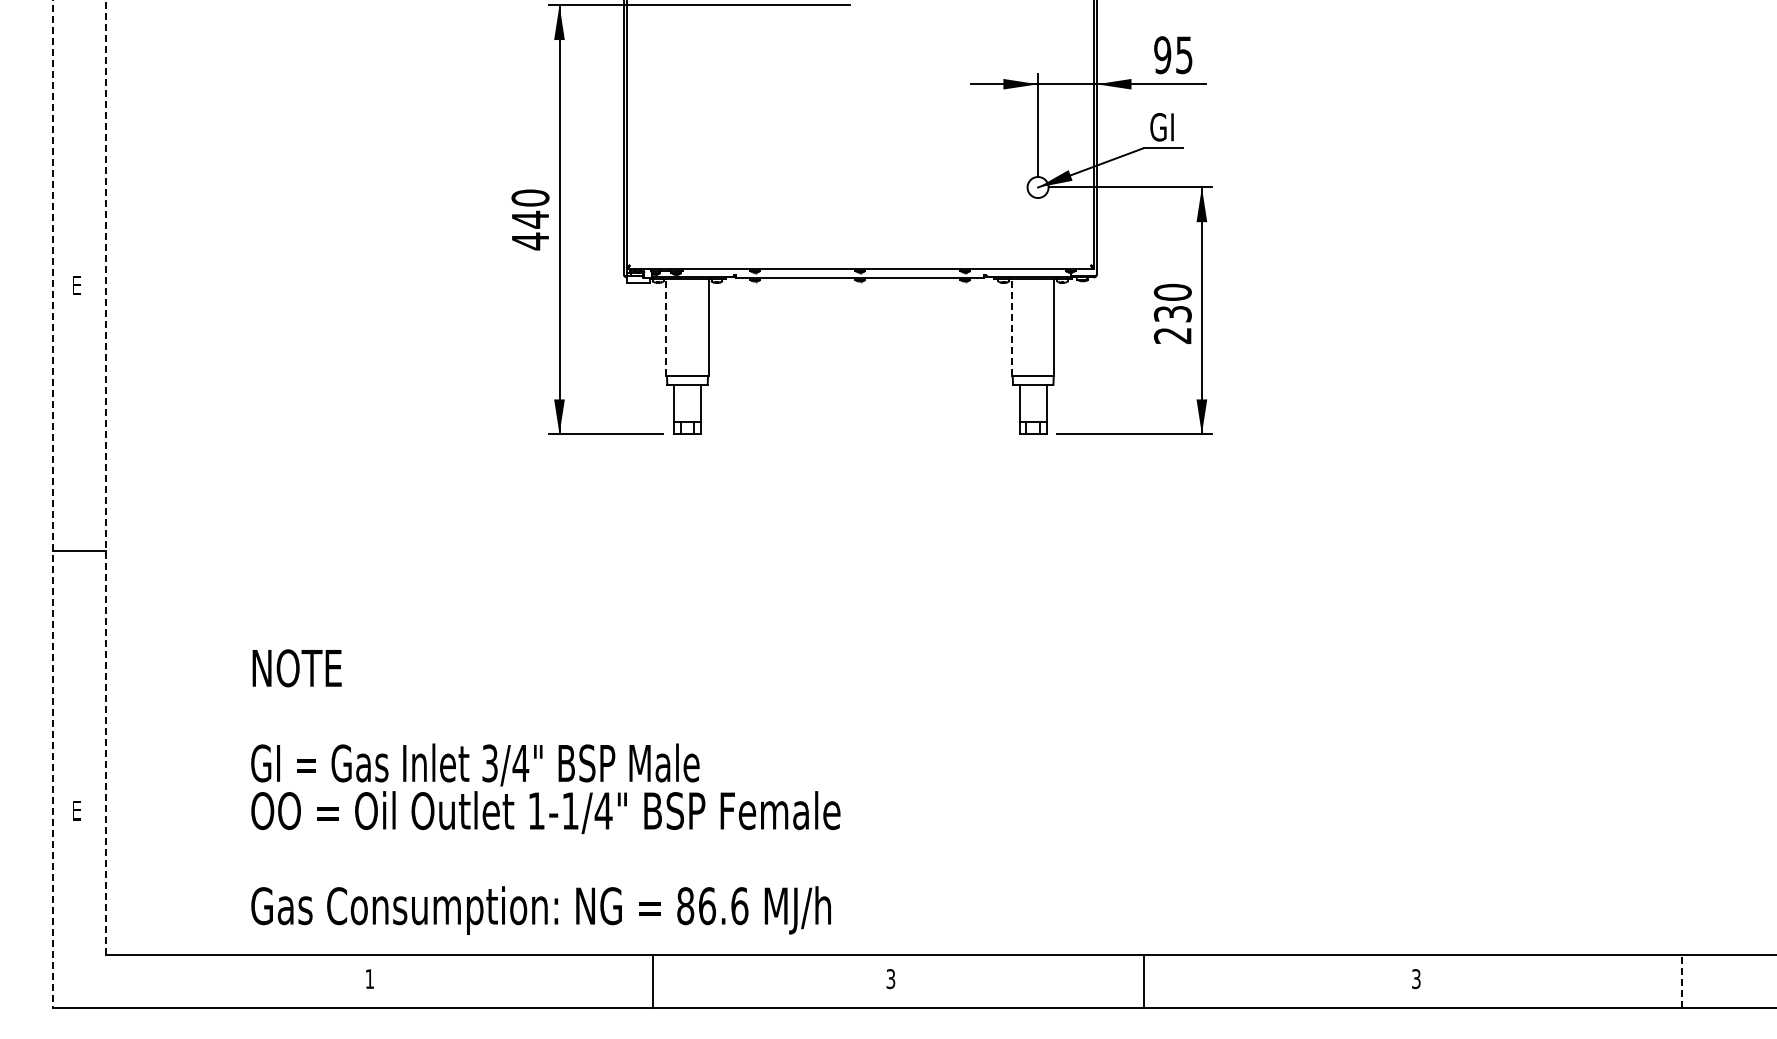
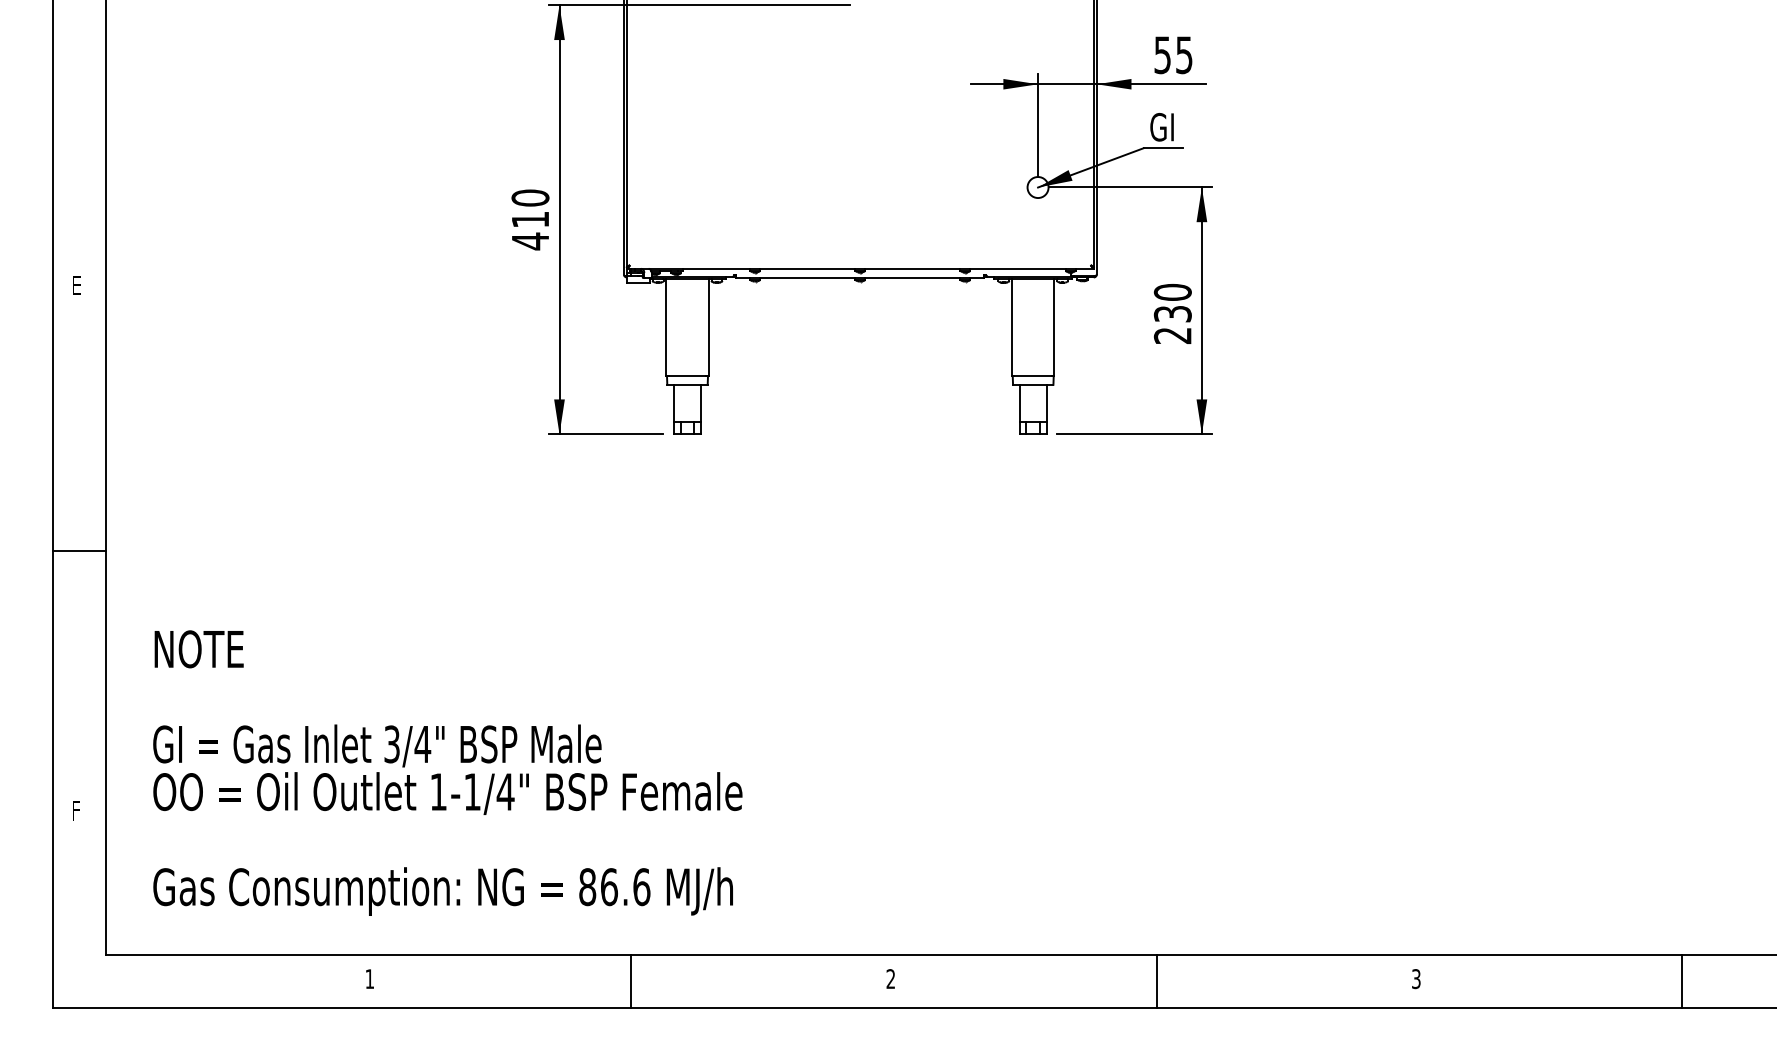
text at (1162, 54): 95 -> 55
text at (530, 219): 440 -> 410
line at (666, 327): dashed -> solid
line at (1012, 327): dashed -> solid
line at (105, 478): dashed -> solid
line at (53, 504): dashed -> solid
text at (545, 791) position: (545, 791) -> (447, 772)
text at (77, 810): E -> F
text at (890, 979): 3 -> 2
line at (653, 981) position: (653, 981) -> (631, 981)
line at (1143, 981) position: (1143, 981) -> (1156, 981)
line at (1682, 981): dashed -> solid
